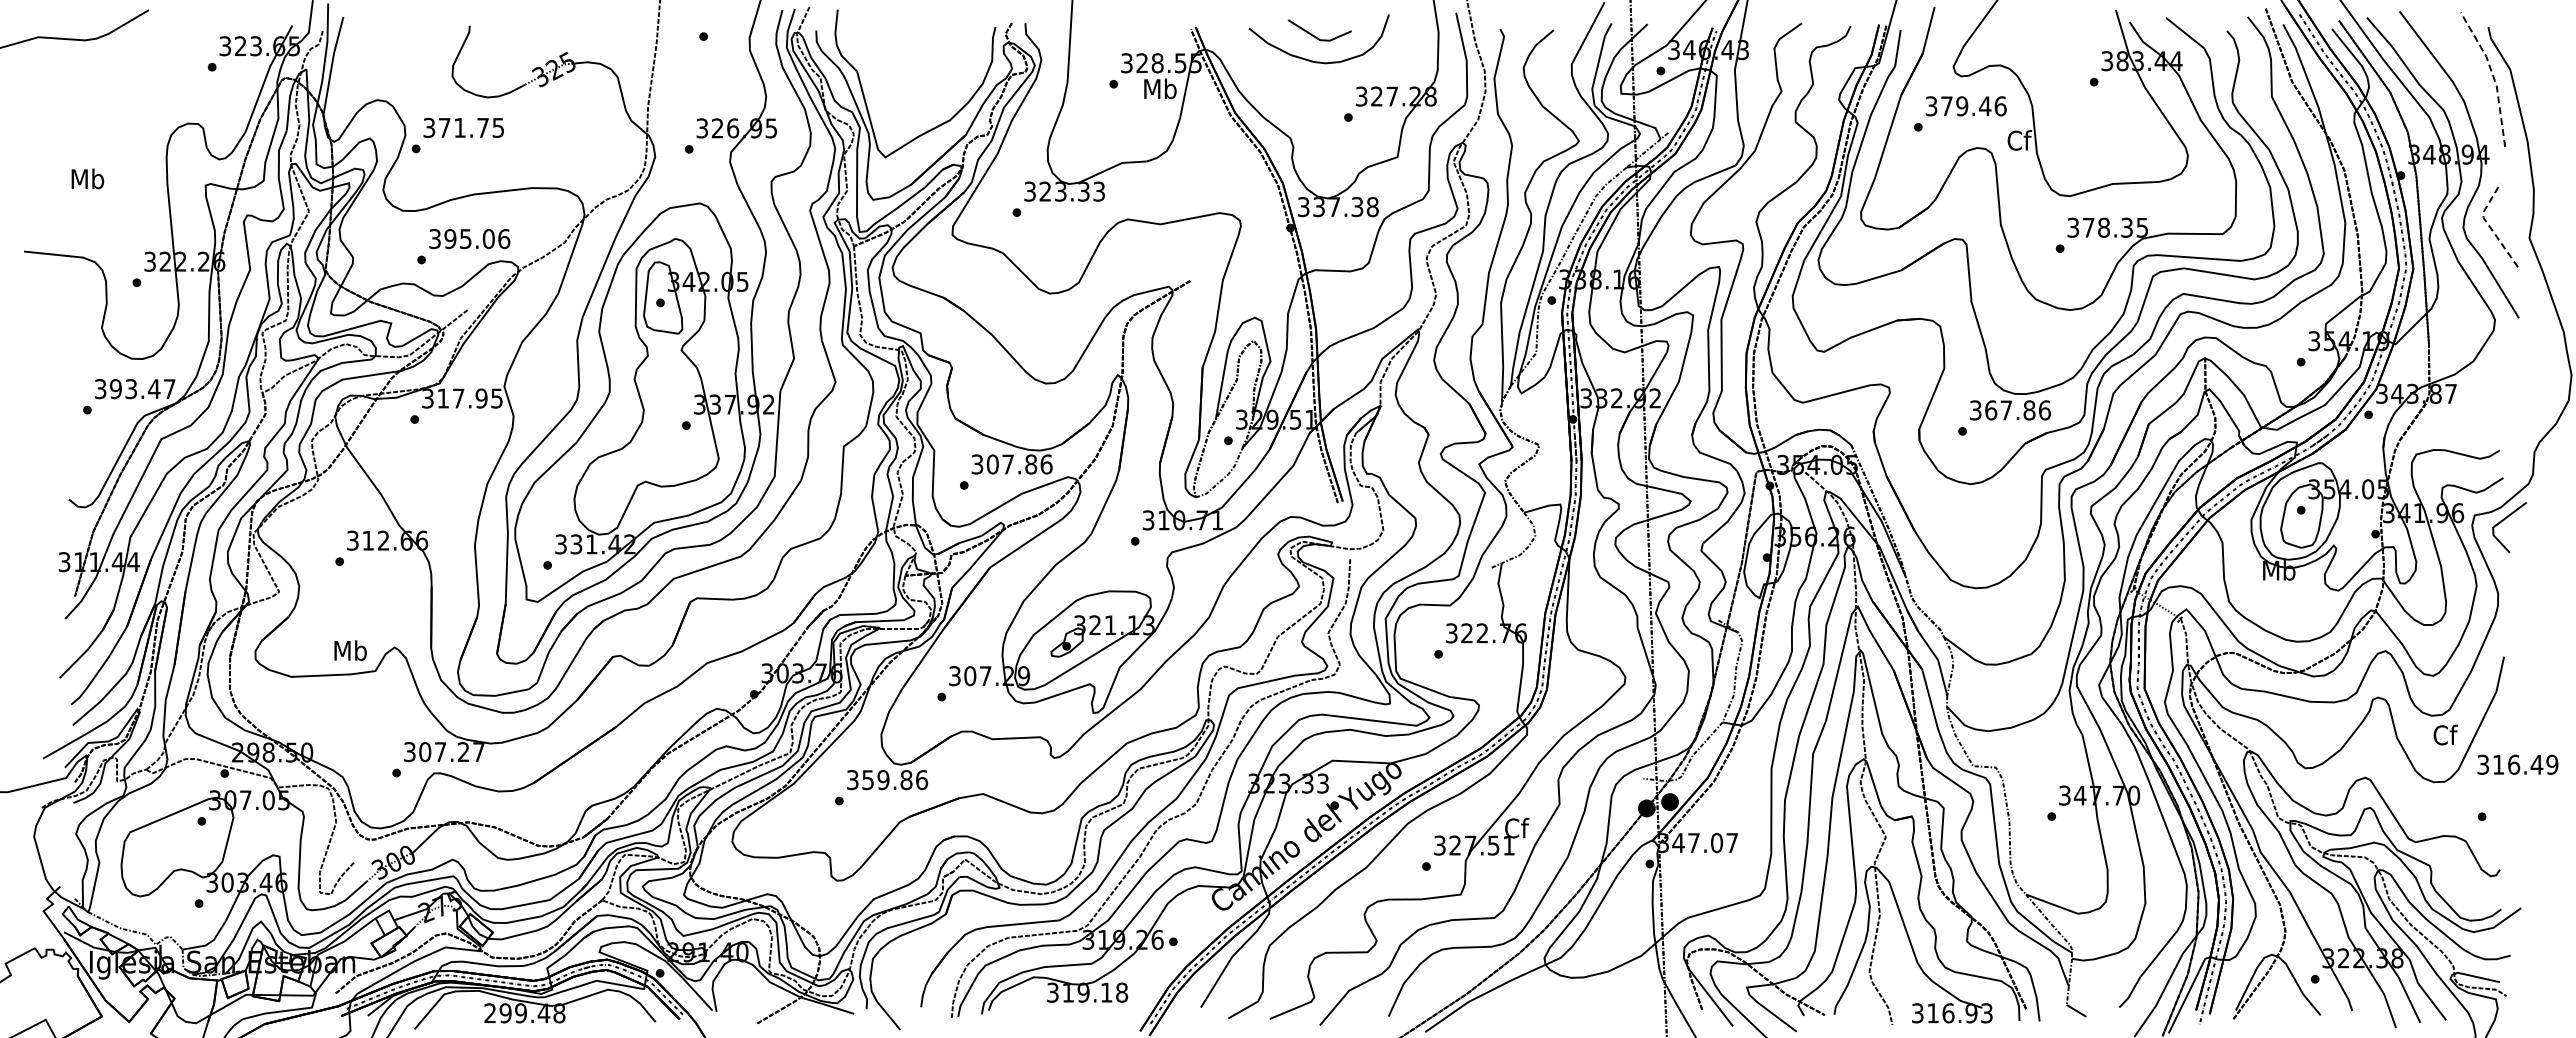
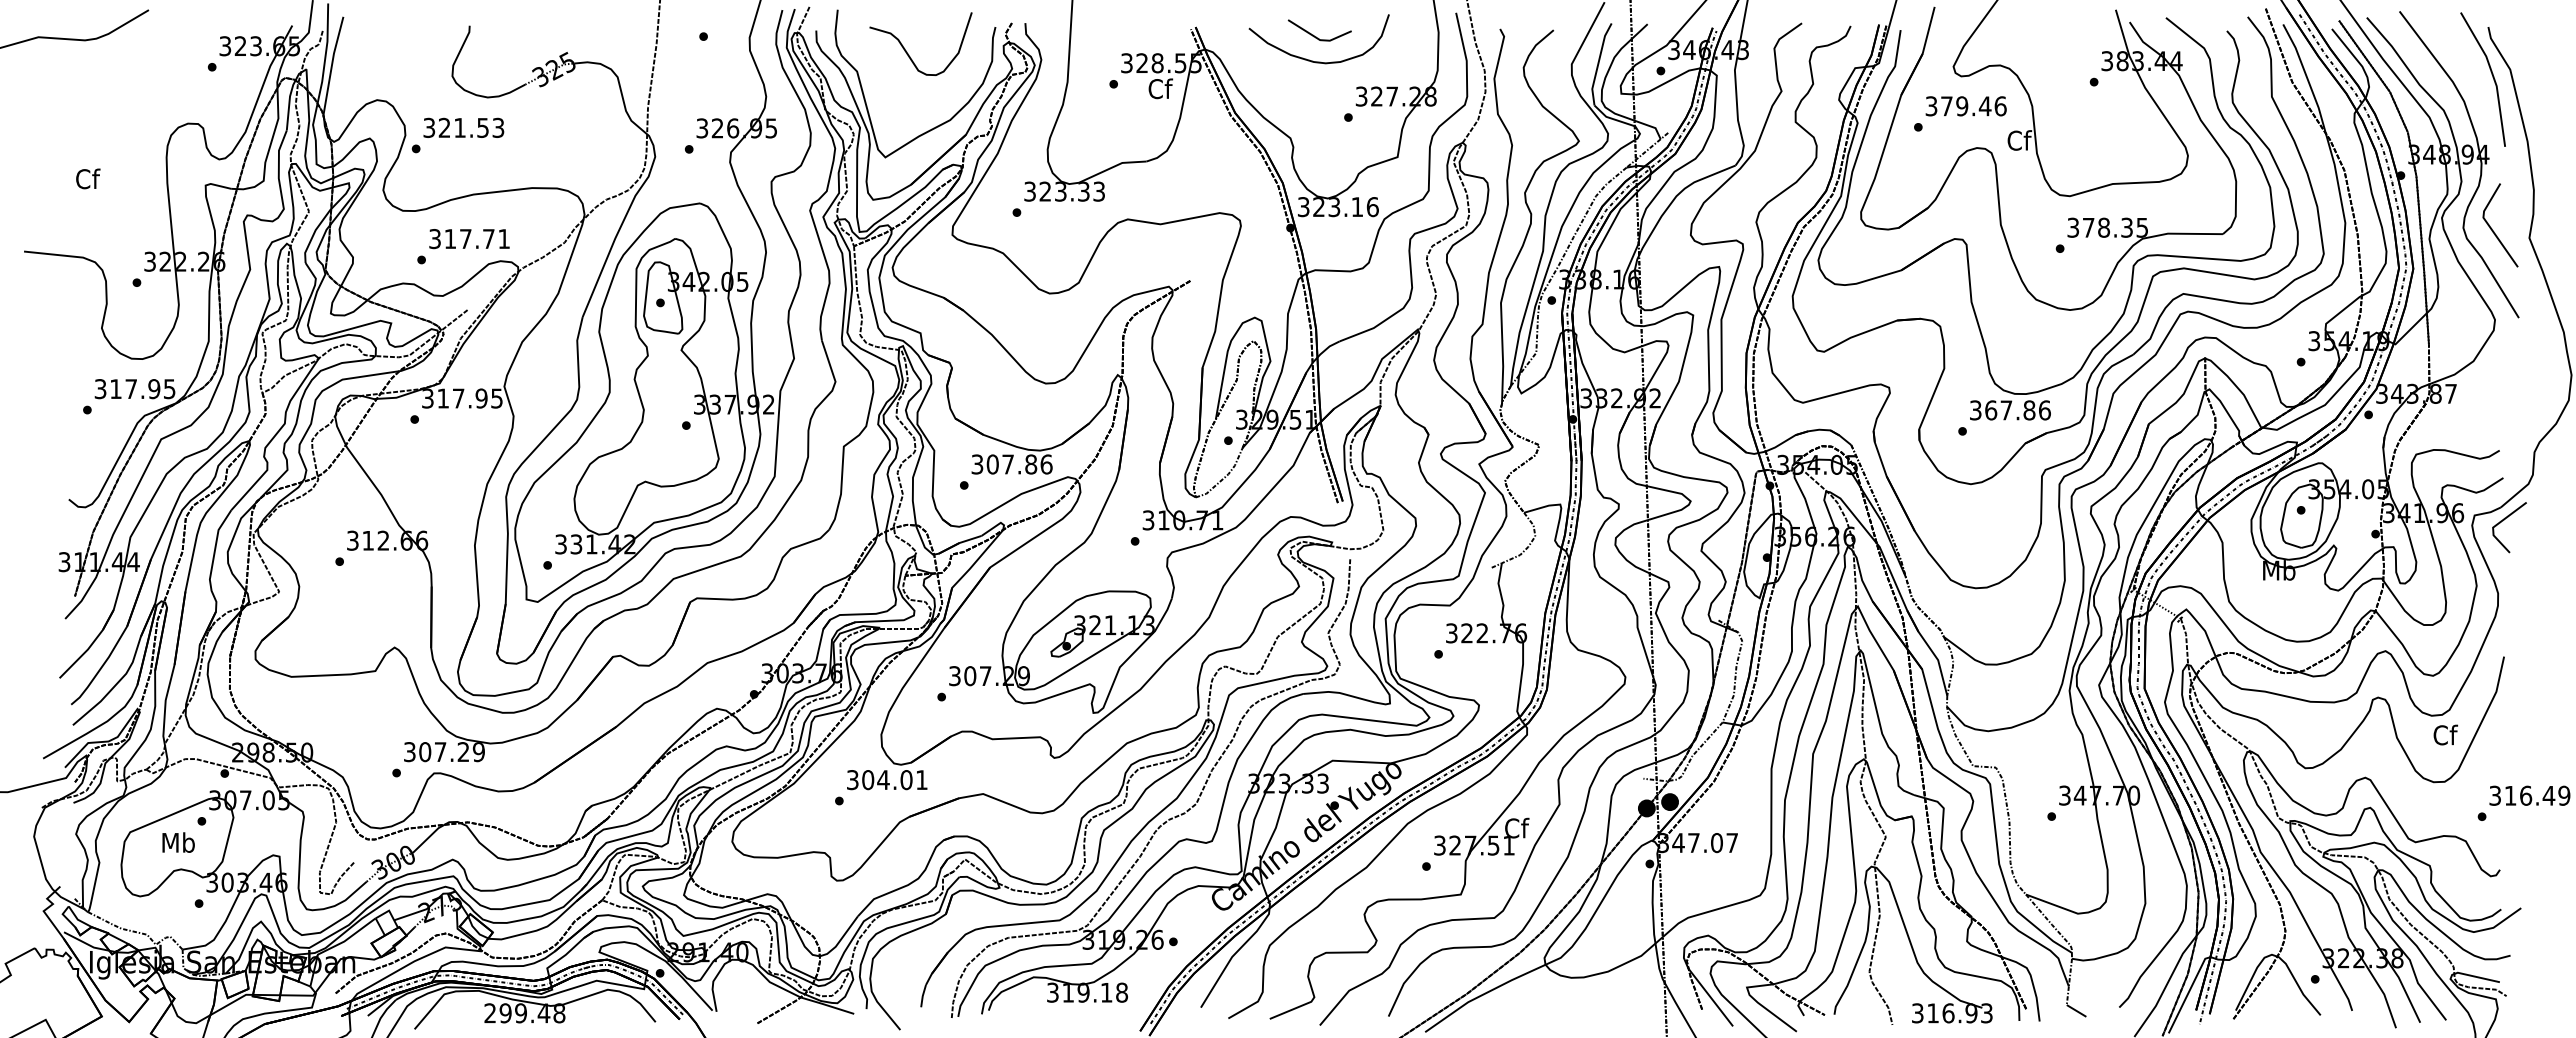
curve at (908, 53): none -> present
line at (2493, 76): dashed -> solid
text at (1160, 88): Mb -> Cf
text at (471, 127): 371.75 -> 321.53
text at (87, 178): Mb -> Cf
text at (1345, 207): 337.38 -> 323.16
line at (2488, 224): dashed -> solid
text at (477, 239): 395.06 -> 317.71
text at (142, 389): 393.47 -> 317.95
text at (350, 650) position: (350, 650) -> (178, 842)
text at (478, 752): 307.27 -> 307.29
text at (2517, 764) position: (2517, 764) -> (2529, 795)
text at (895, 780): 359.86 -> 304.01
